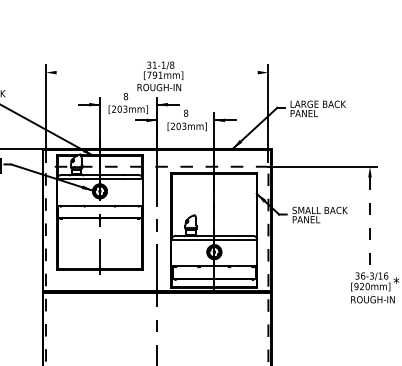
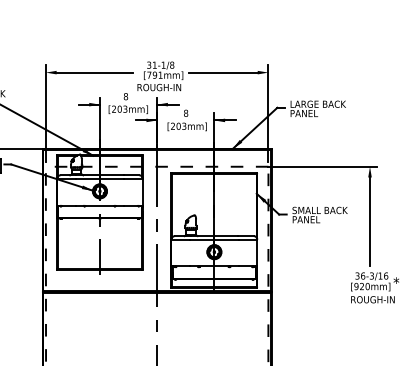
line at (94, 72): none -> present
line at (222, 72): none -> present
line at (370, 222): dashed -> solid
